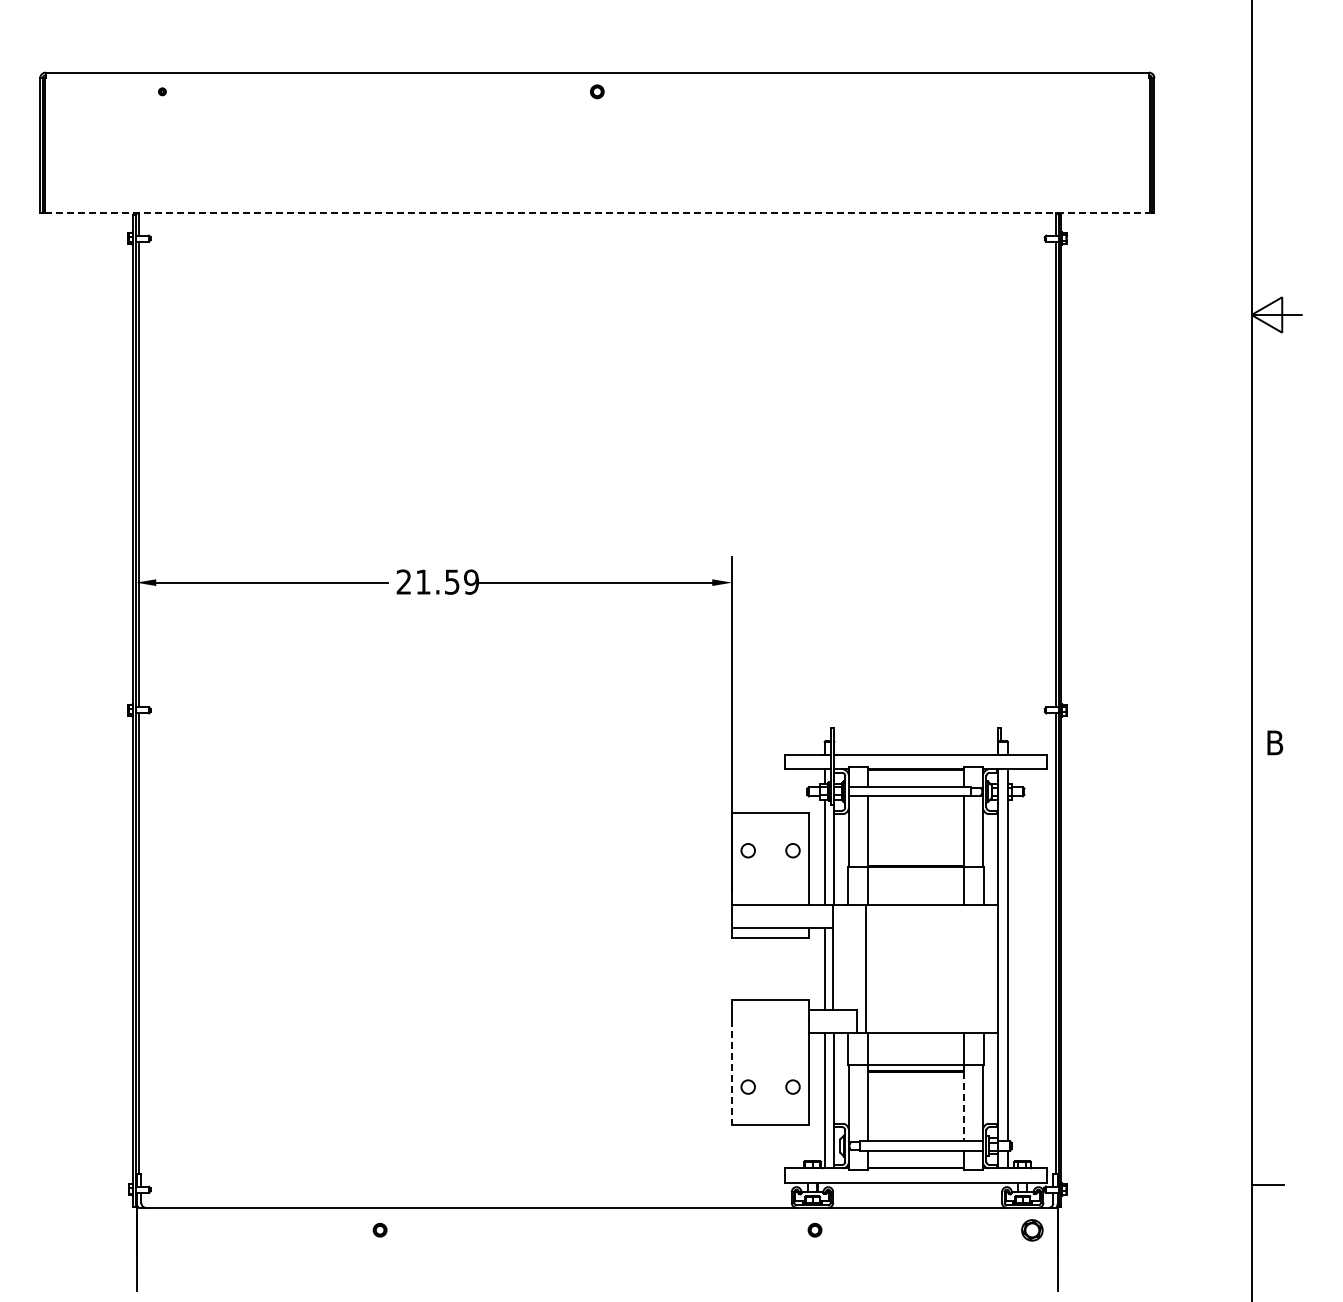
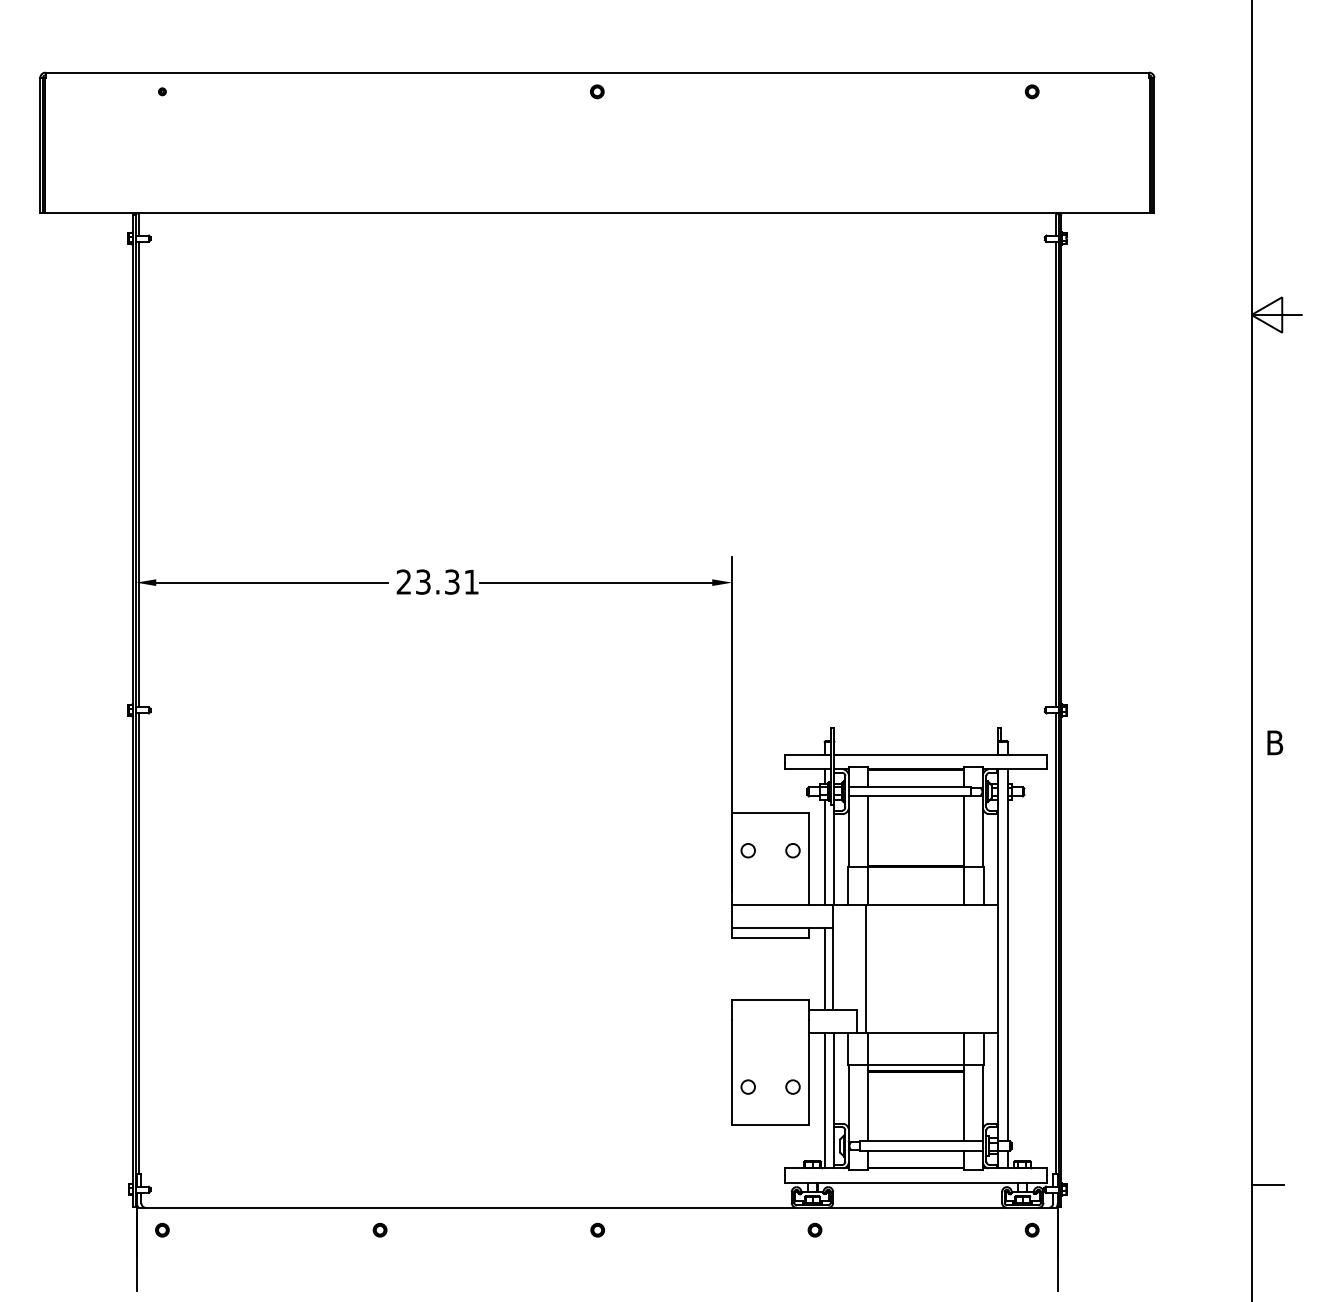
part at (1031, 91): none -> present
line at (597, 213): dashed -> solid
text at (447, 581): 21.59 -> 23.31
line at (732, 1072): dashed -> solid
line at (963, 1106): dashed -> solid
part at (162, 1229): none -> present
part at (597, 1229): none -> present
part at (1032, 1230) size: 23x23 px -> 16x16 px
